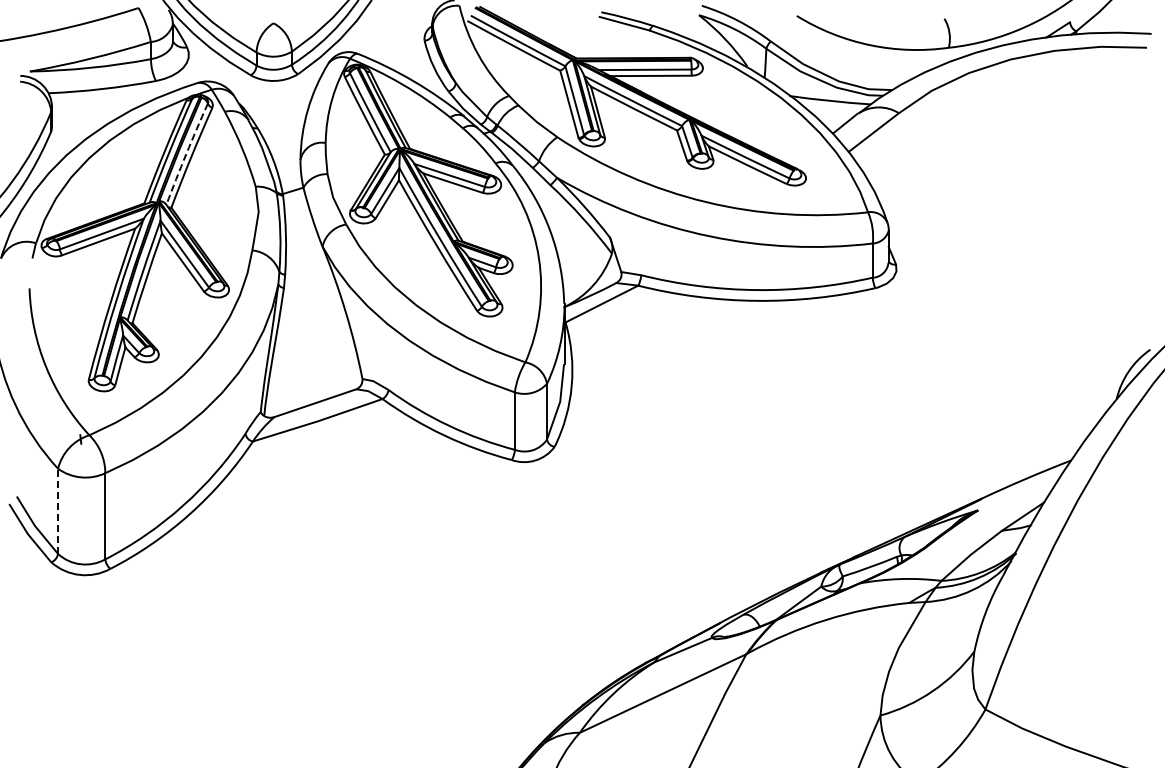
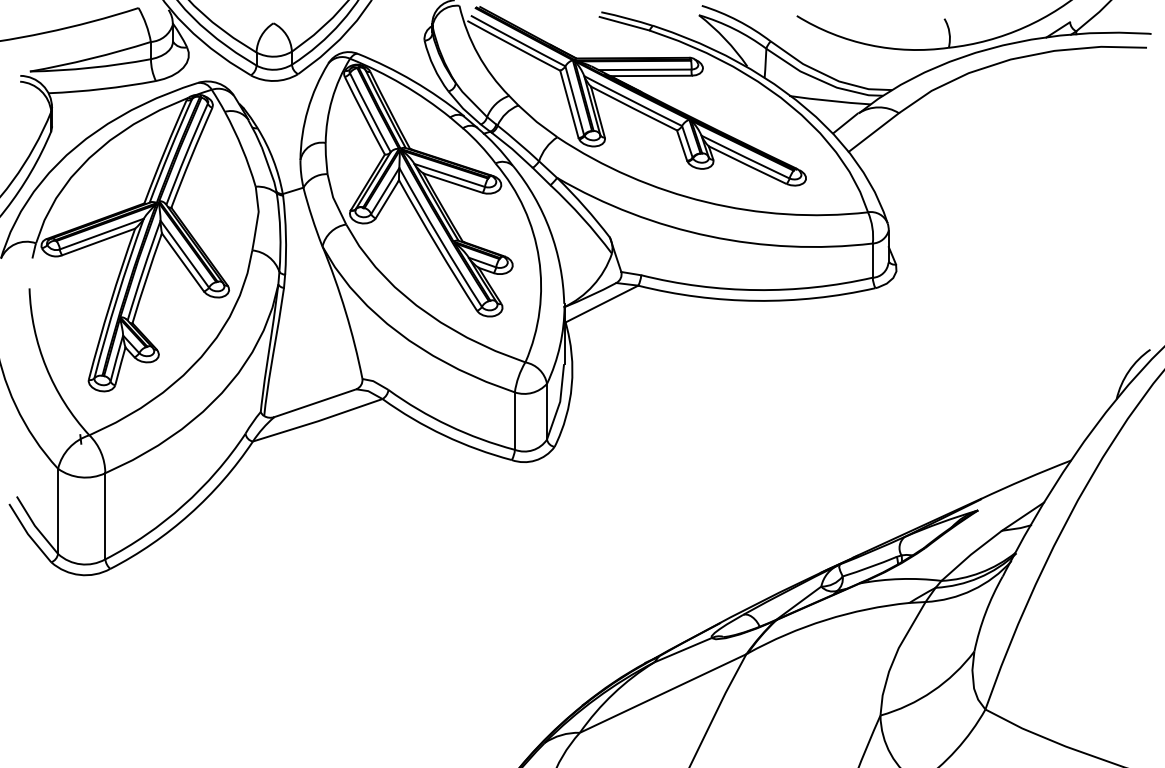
arc at (186, 154): dashed -> solid
line at (58, 511): dashed -> solid
